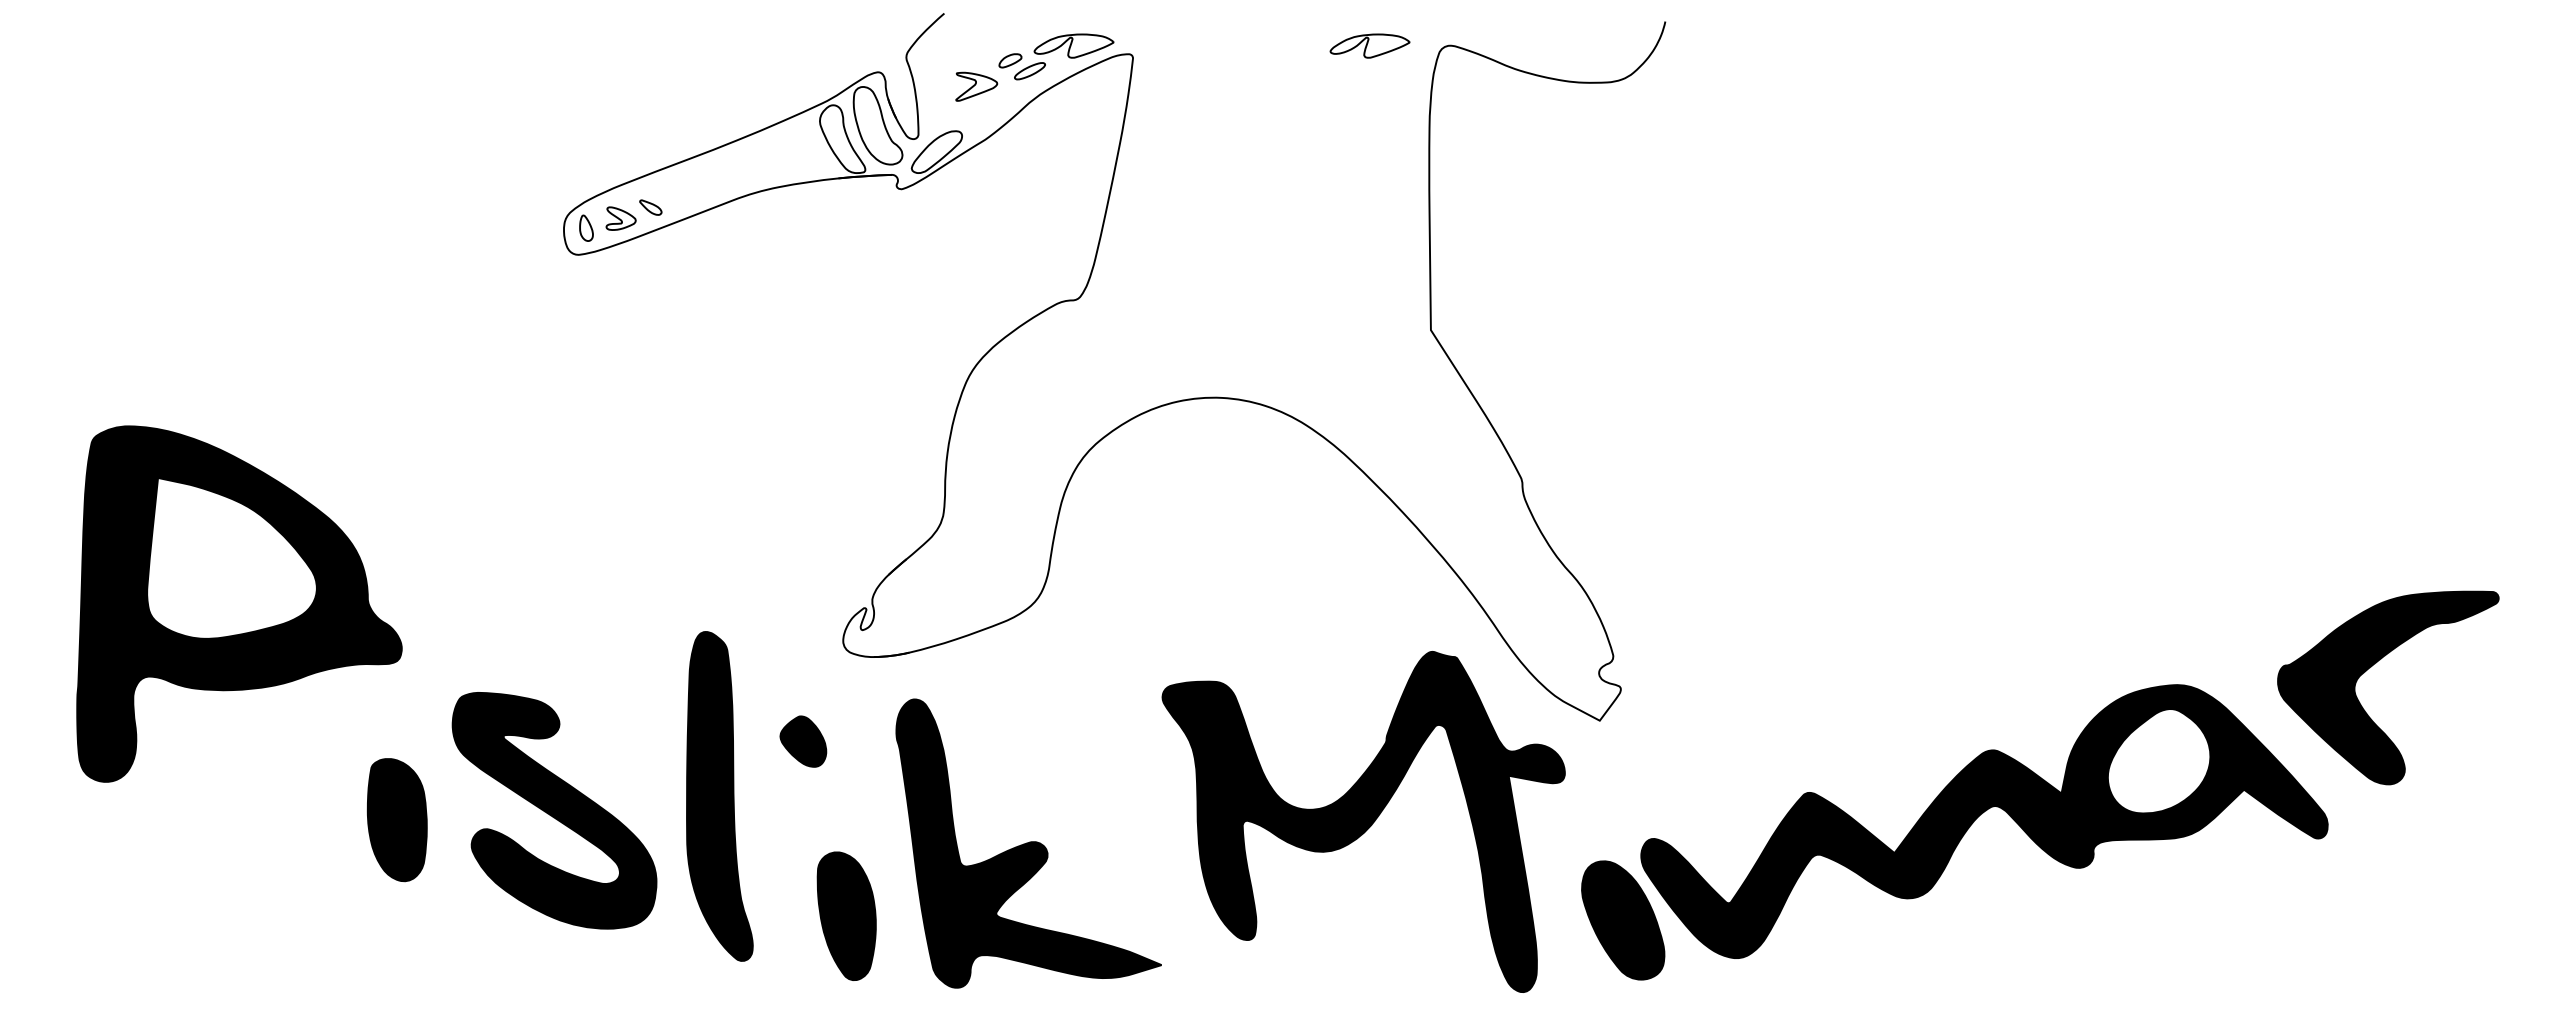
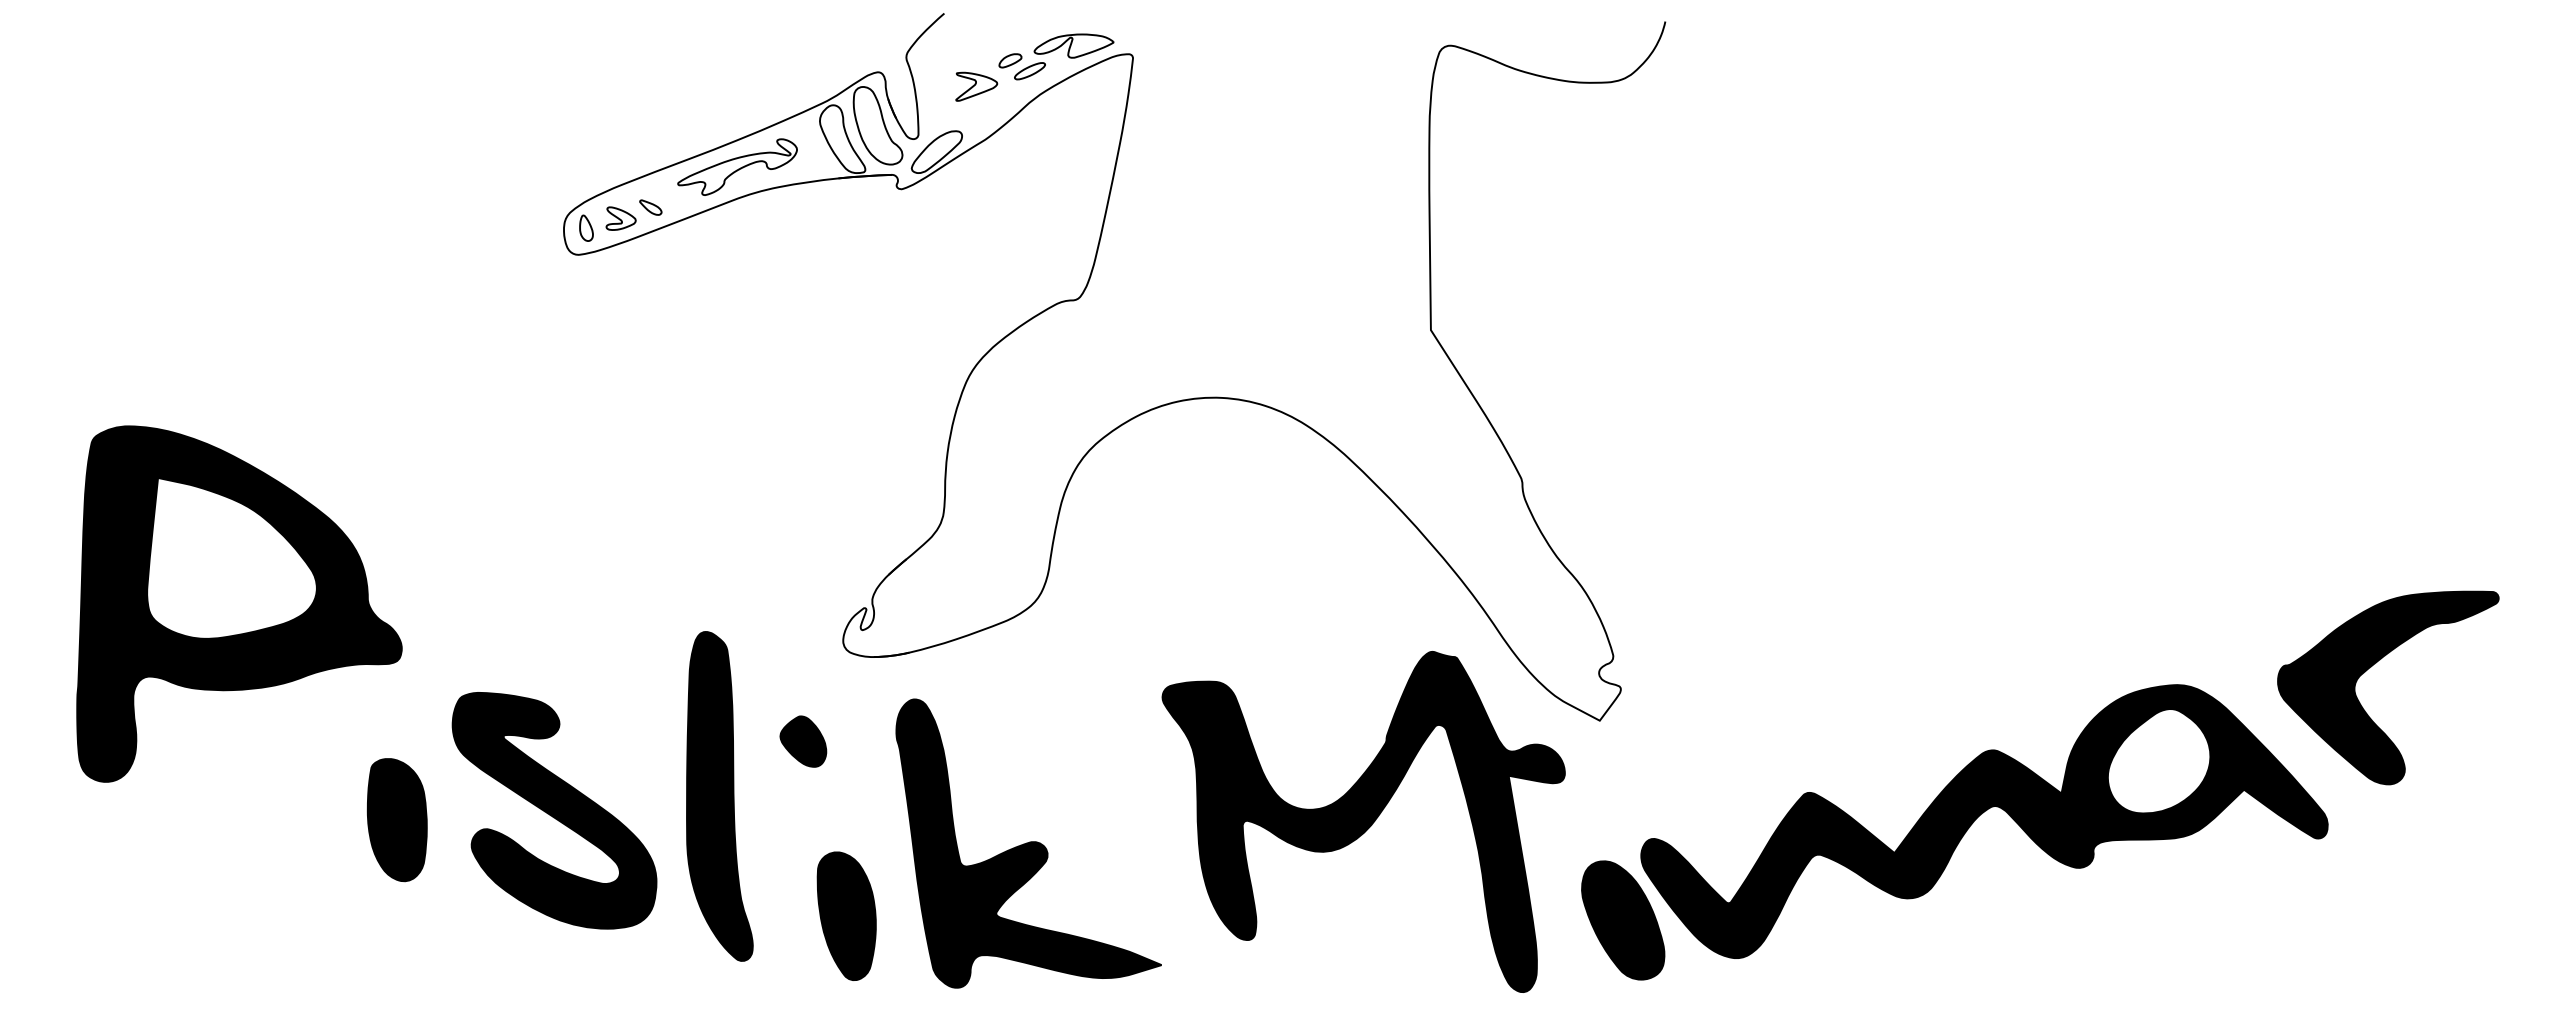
part at (1369, 45): present -> none
part at (737, 166): none -> present
